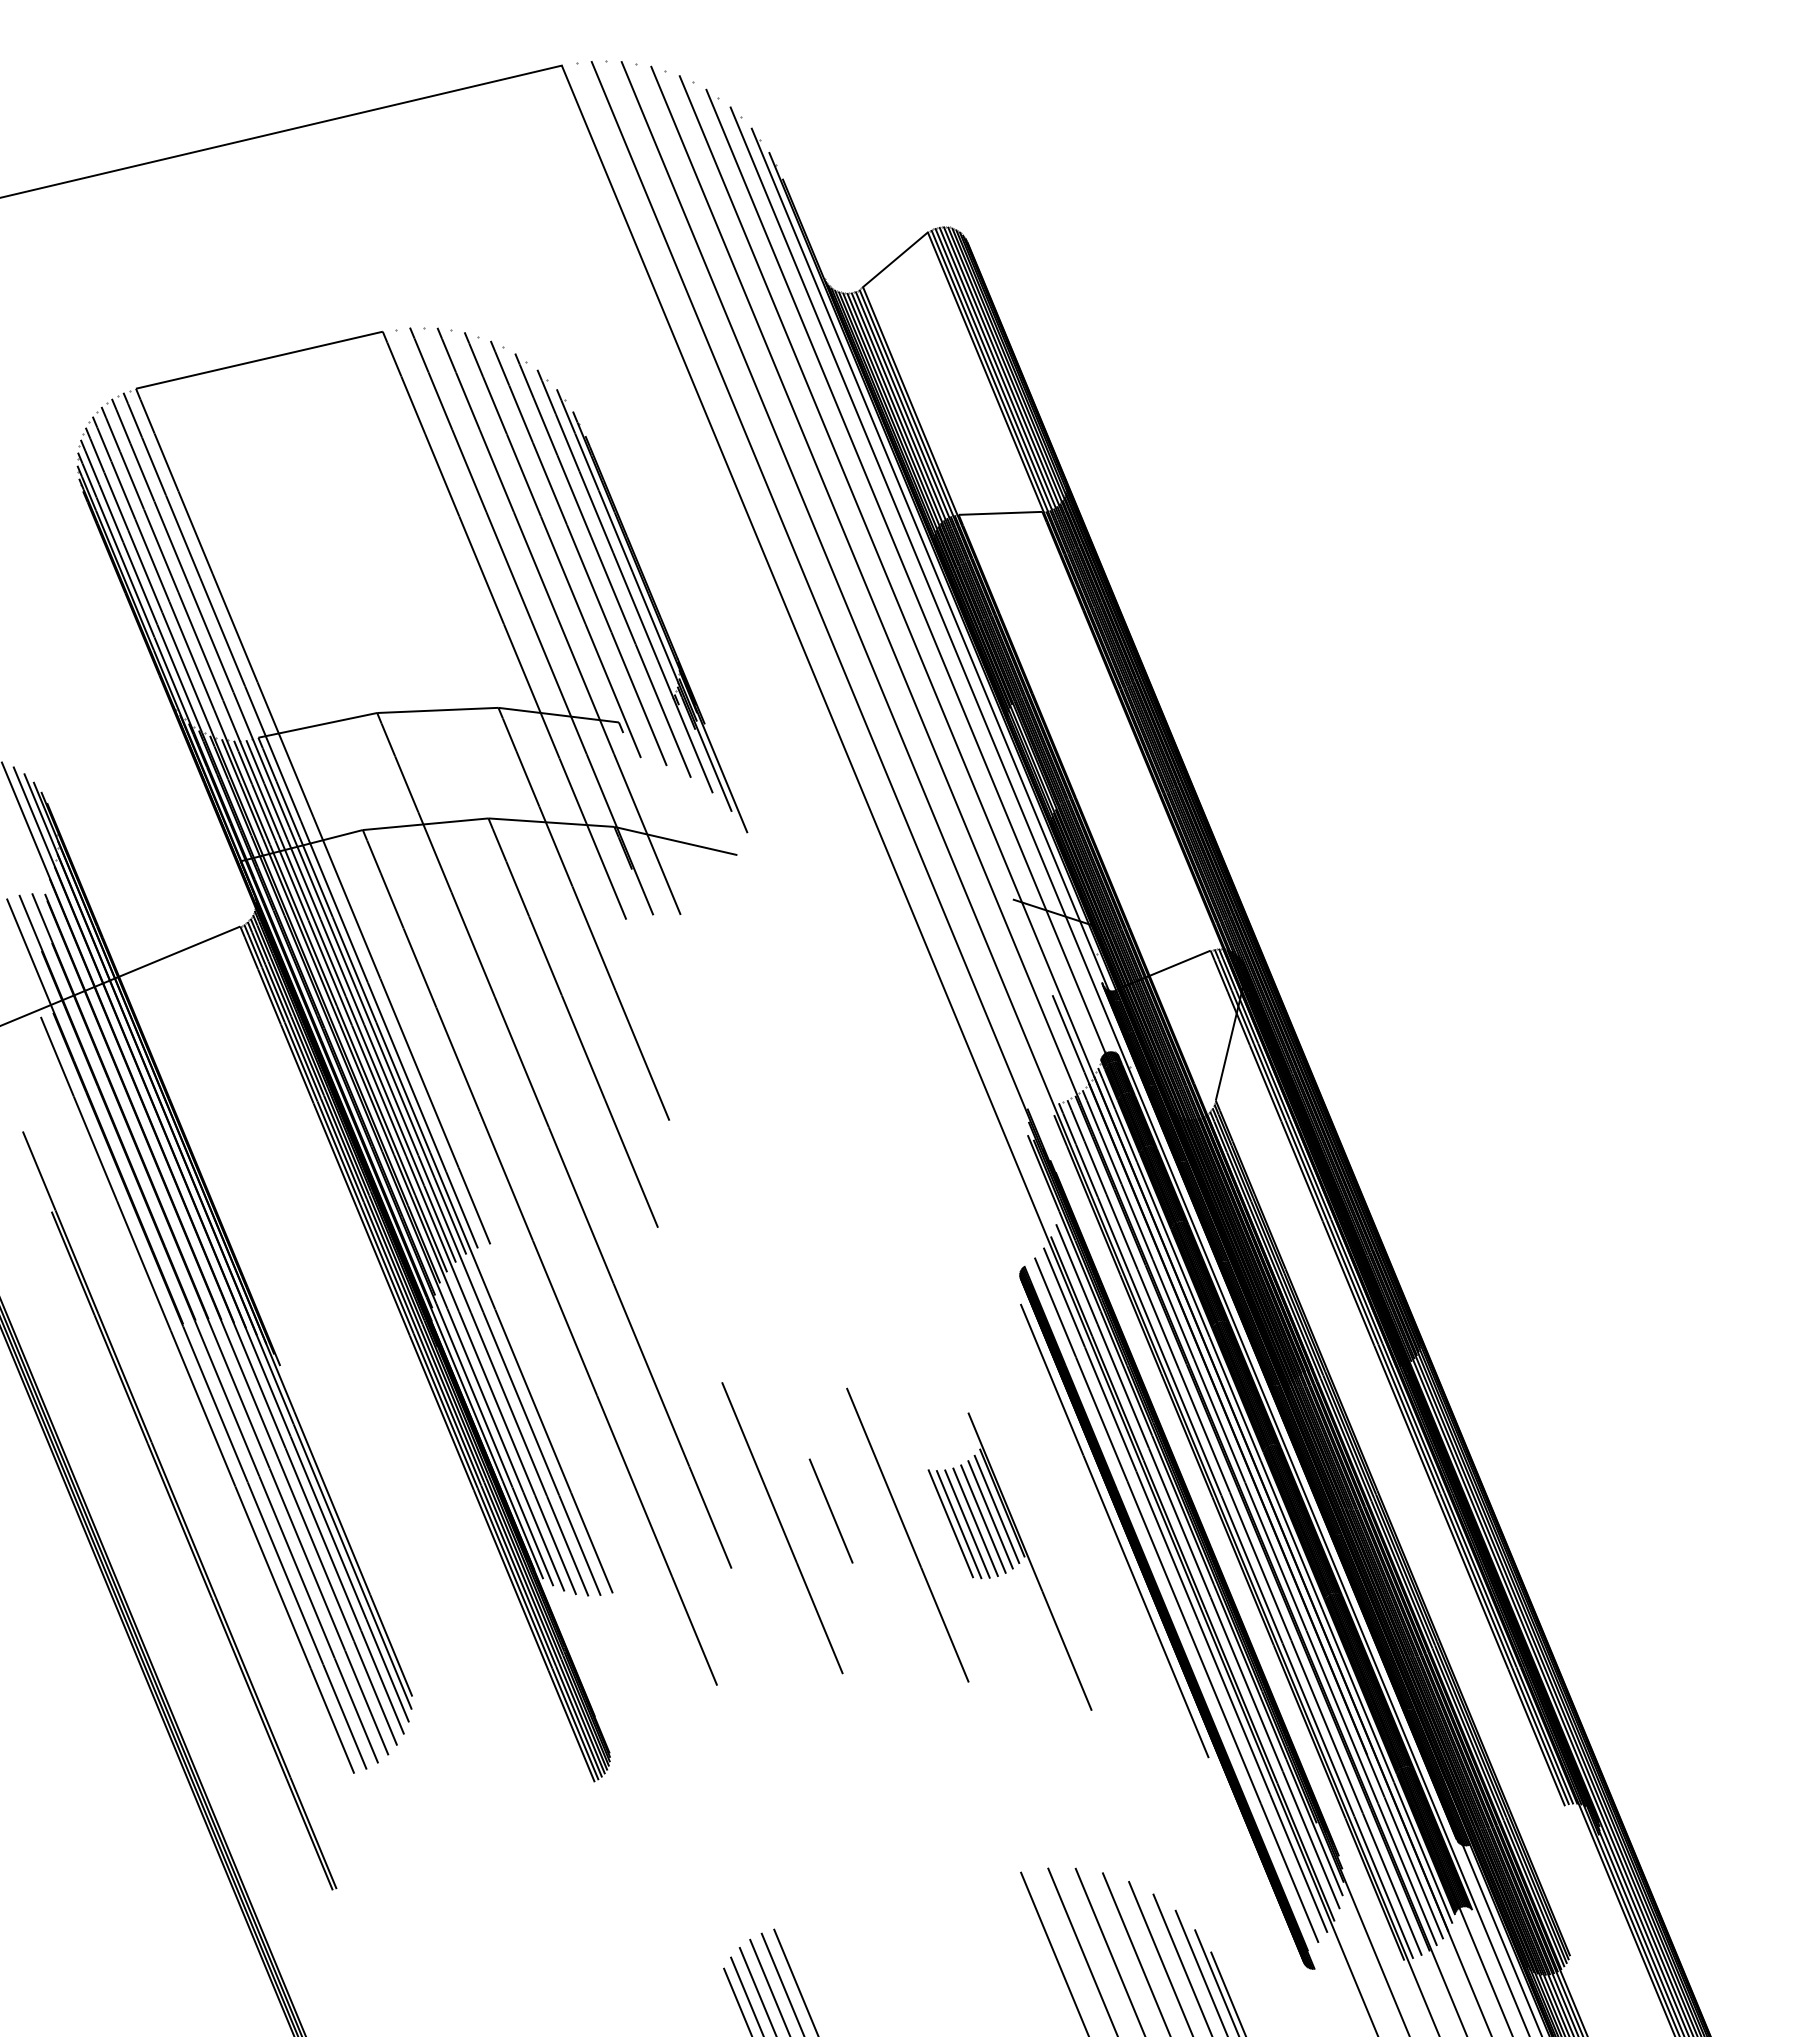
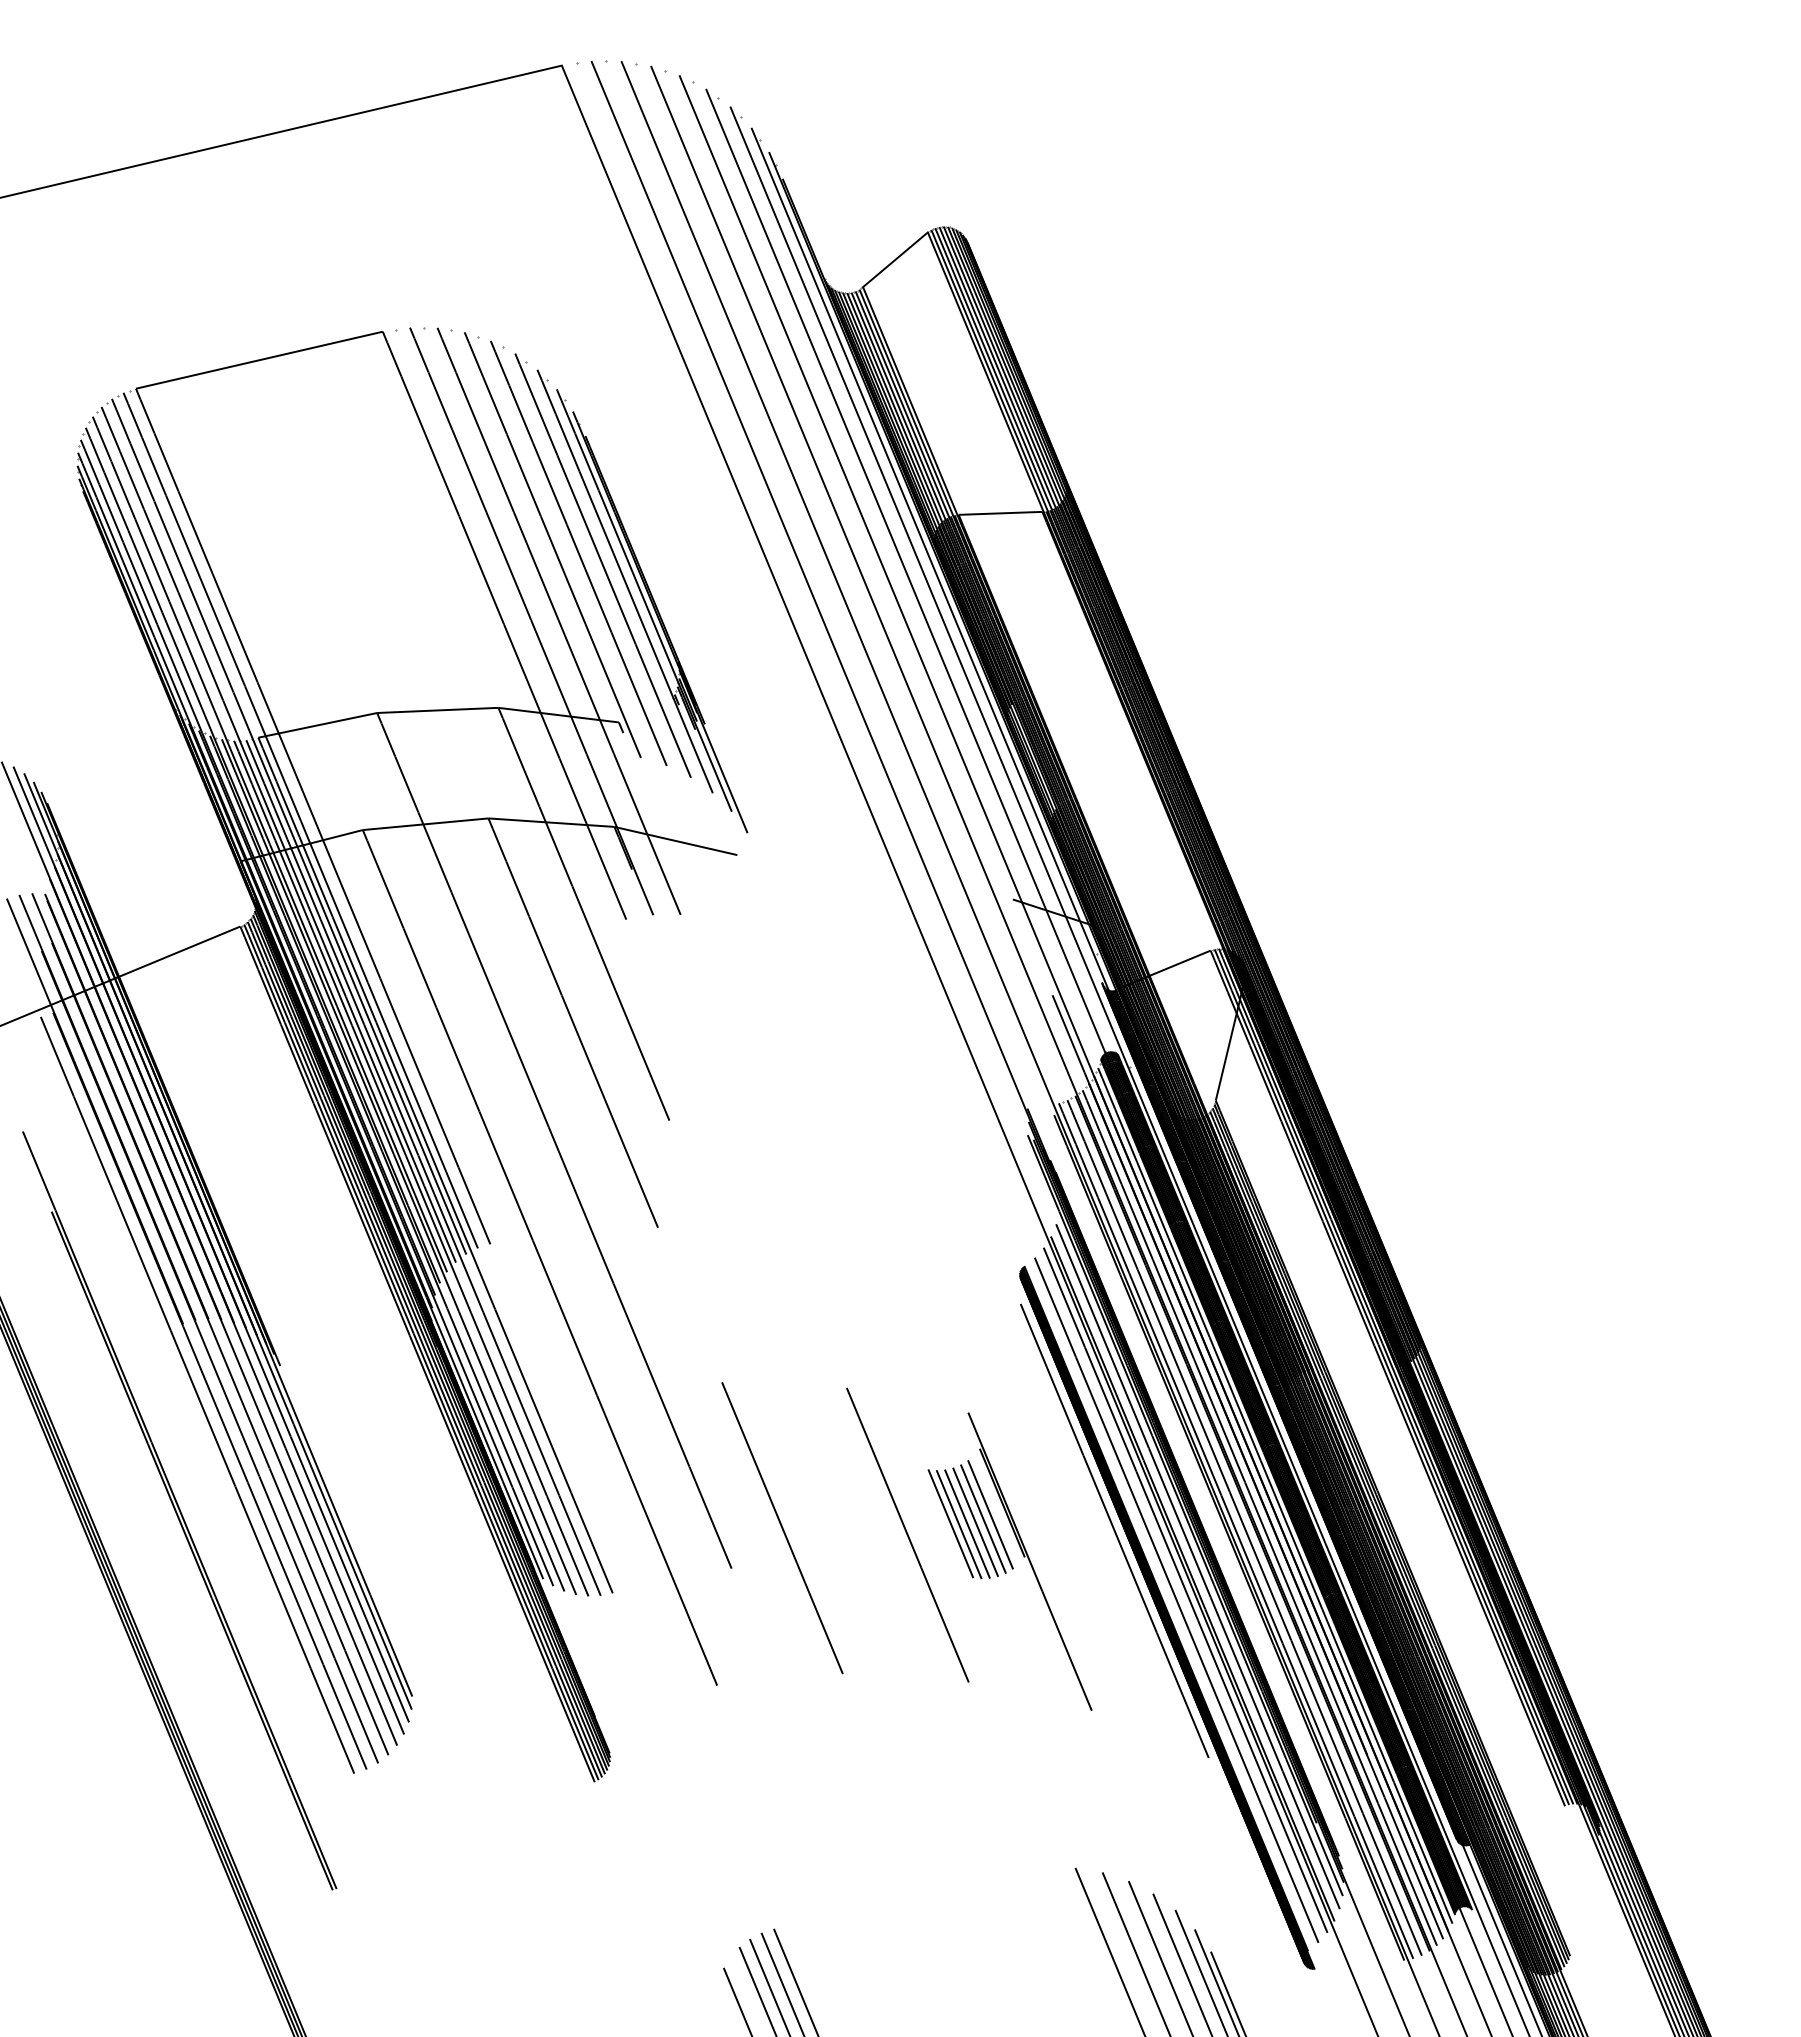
line at (996, 1509): present -> none
line at (830, 1510): present -> none
line at (1081, 1950): present -> none
line at (1053, 1952): present -> none
line at (746, 1994): present -> none
